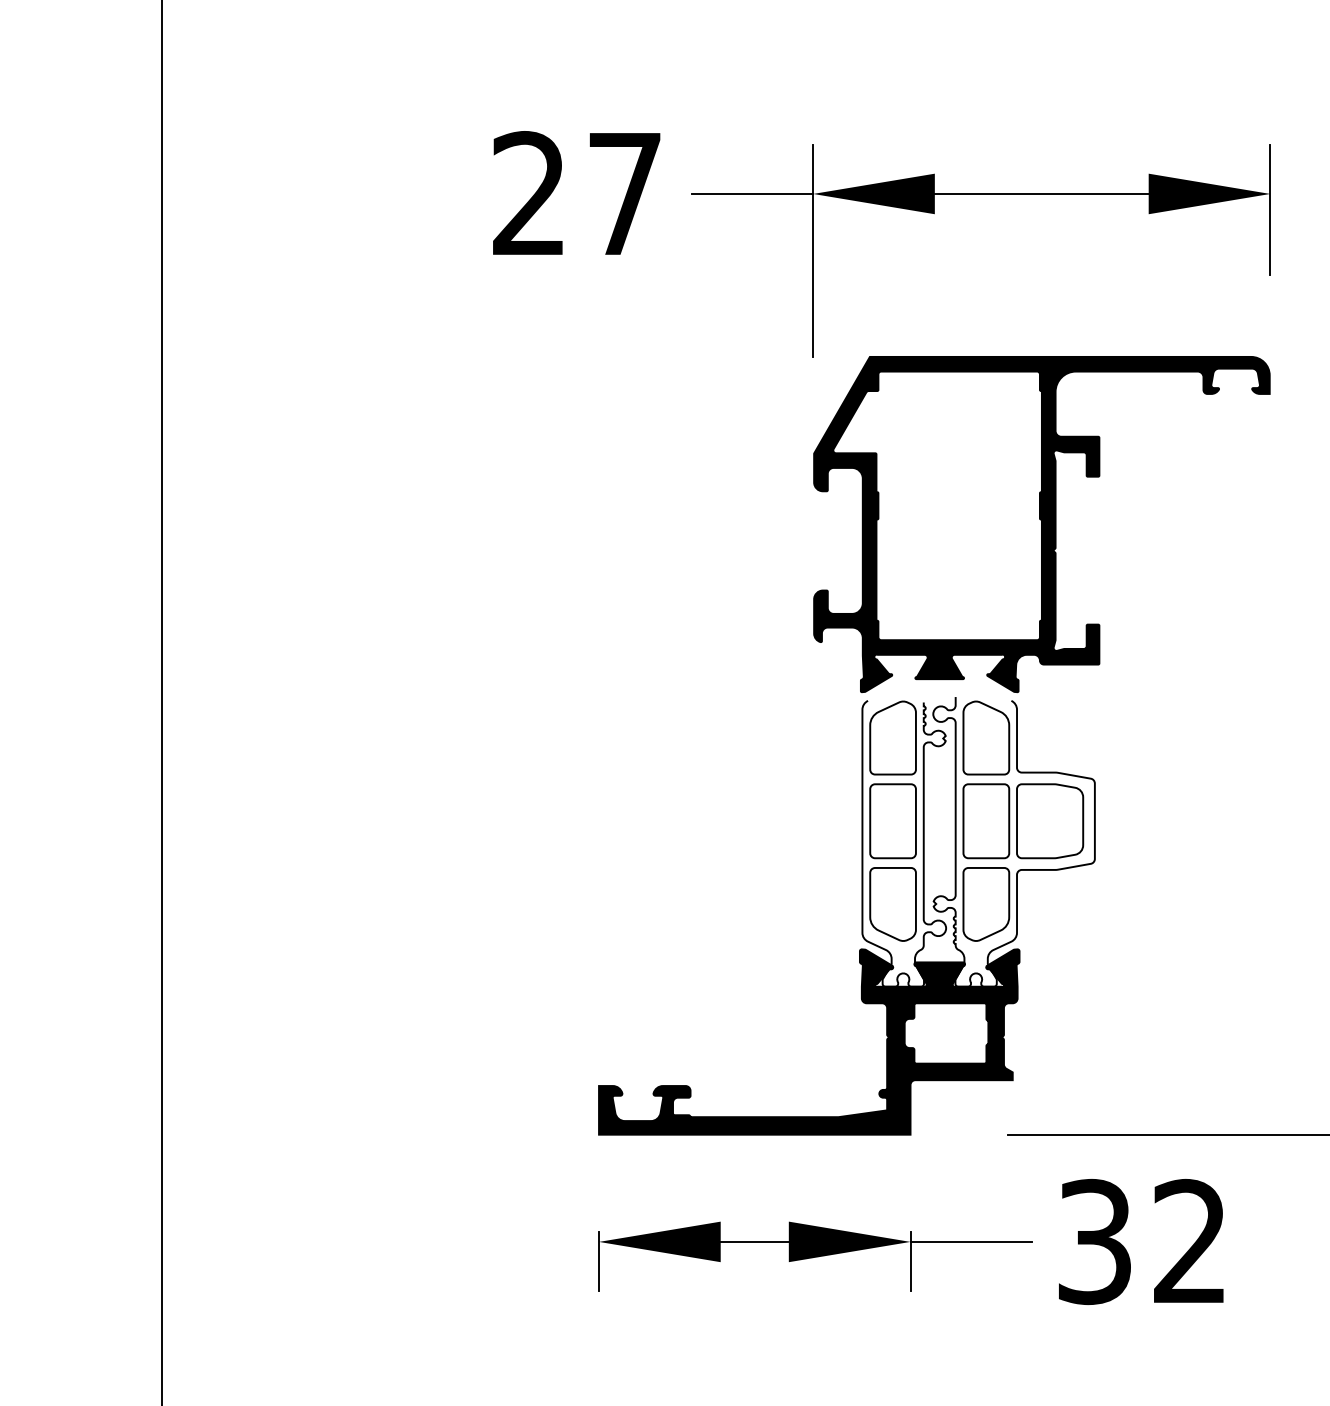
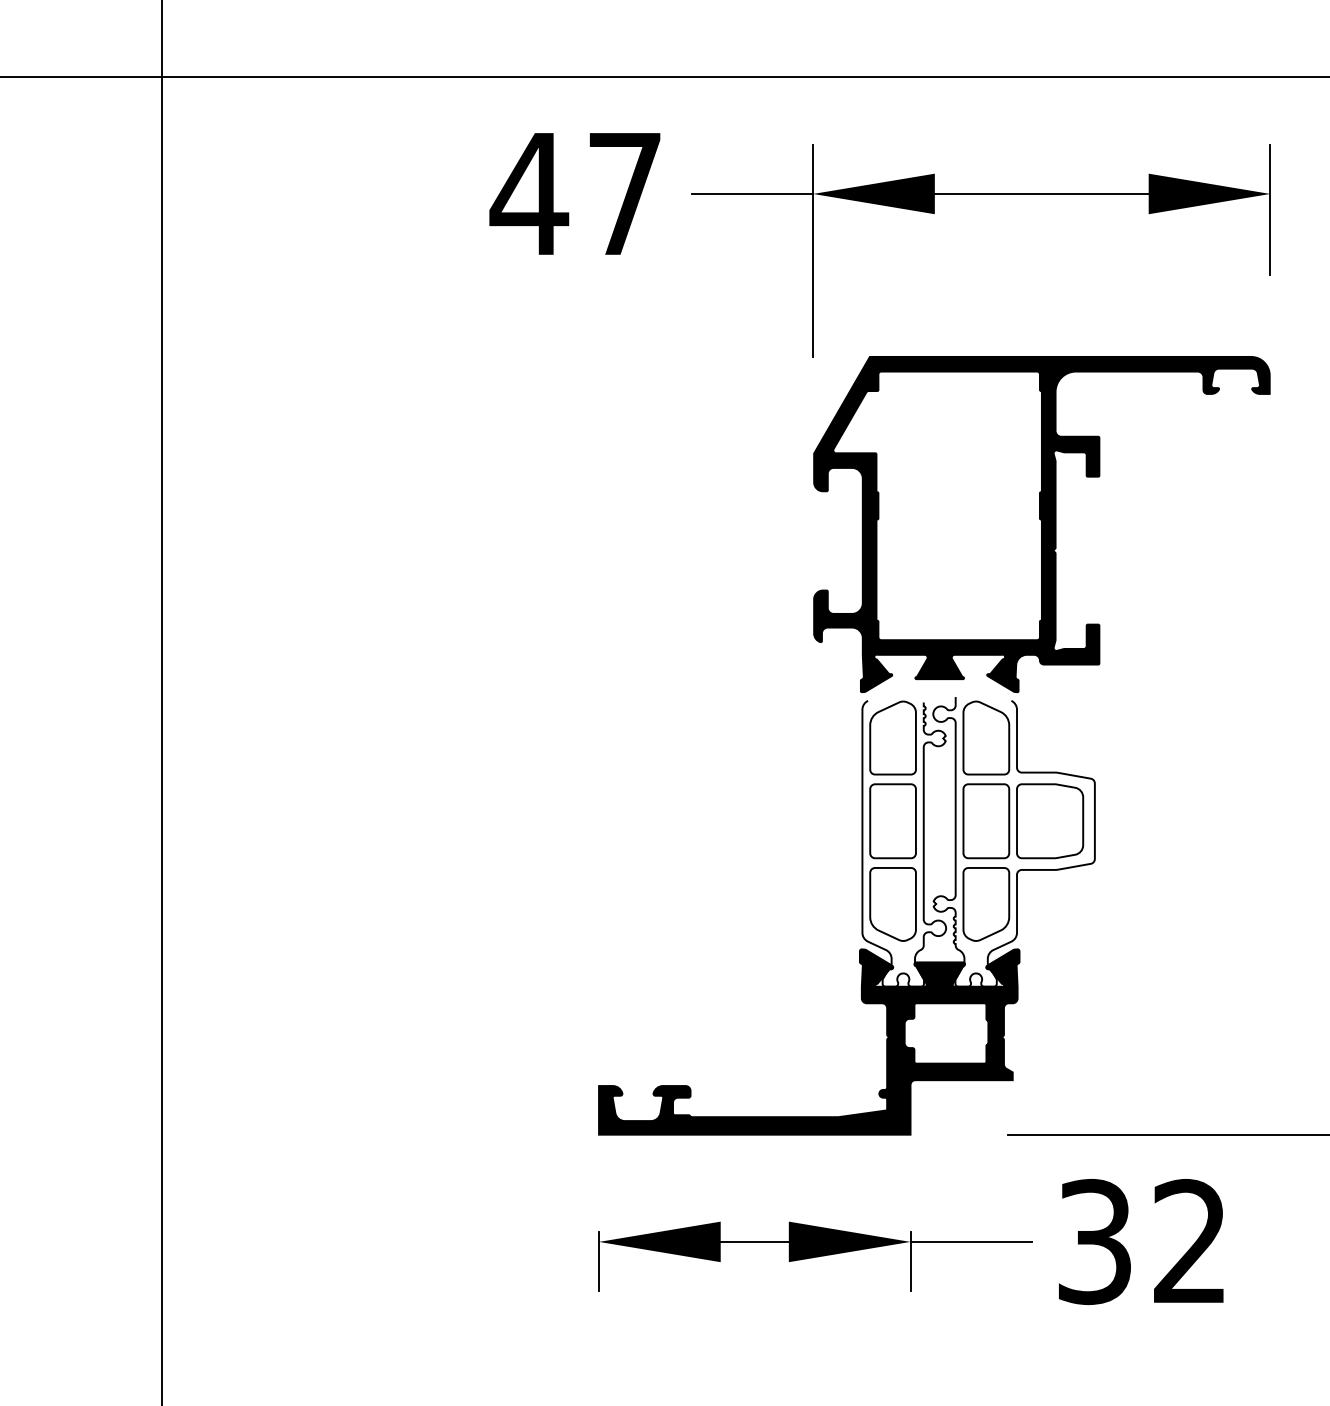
line at (664, 76): none -> present
text at (529, 192): 27 -> 47
